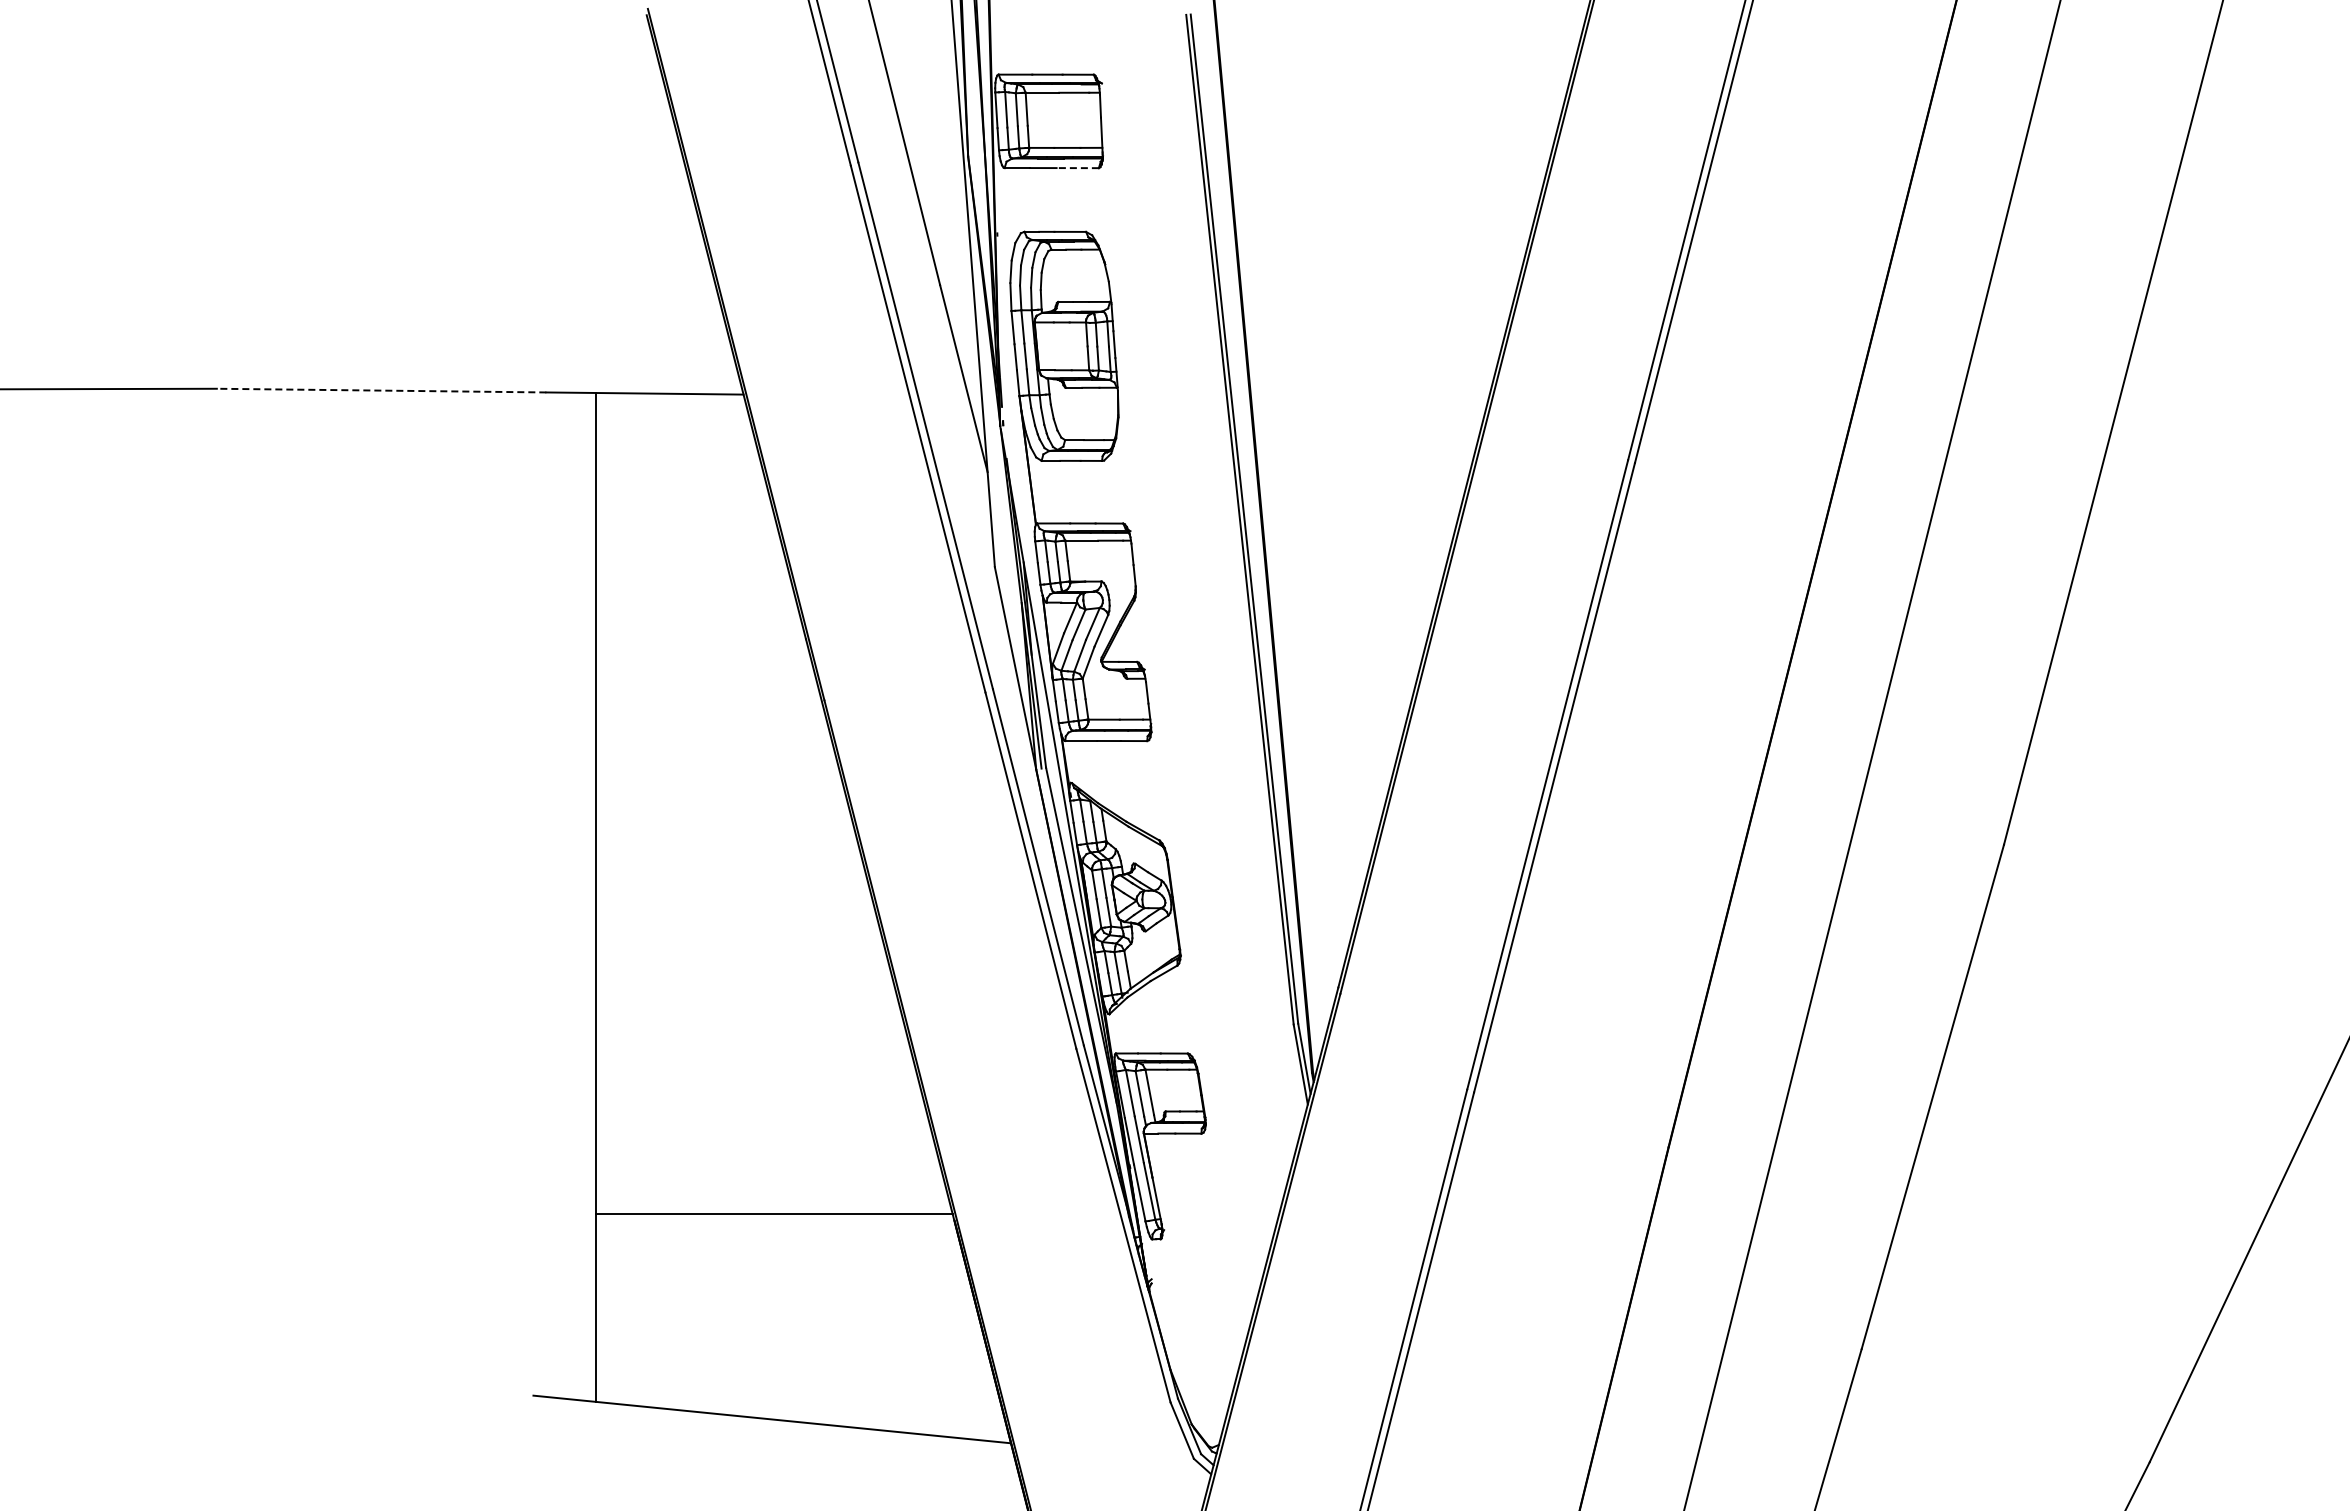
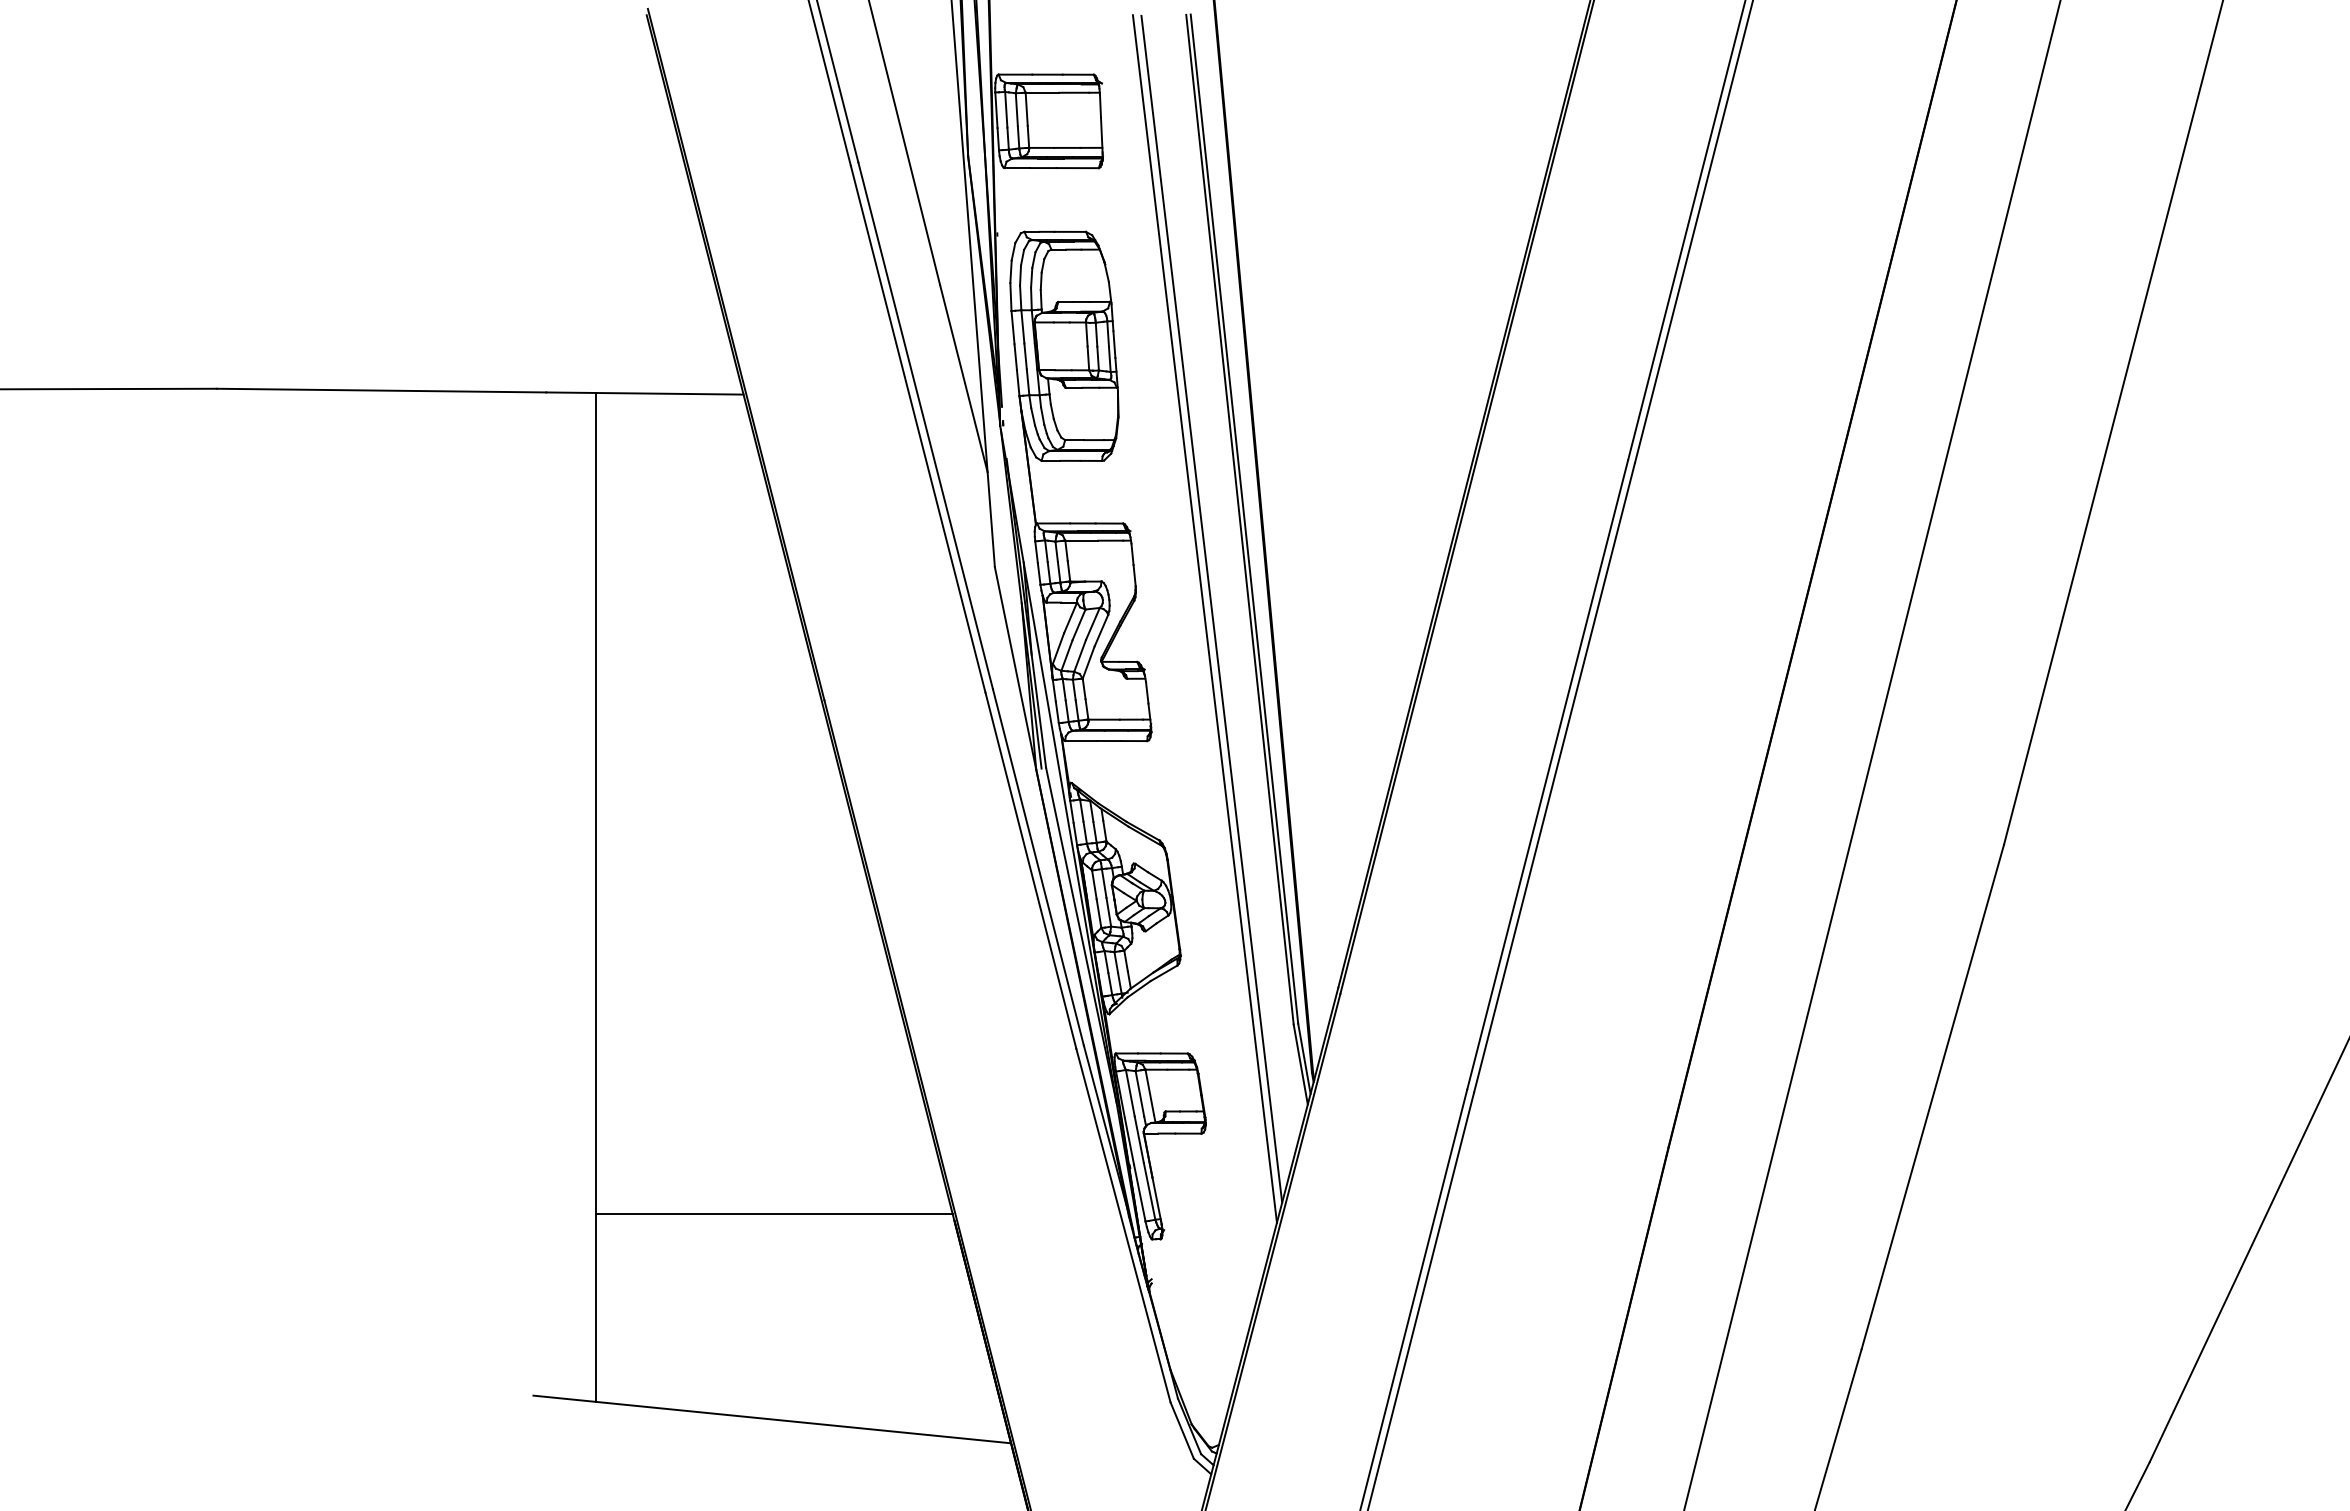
line at (1077, 168): dashed -> solid
line at (381, 390): dashed -> solid
line at (1211, 608): none -> present
line at (1204, 618): none -> present
